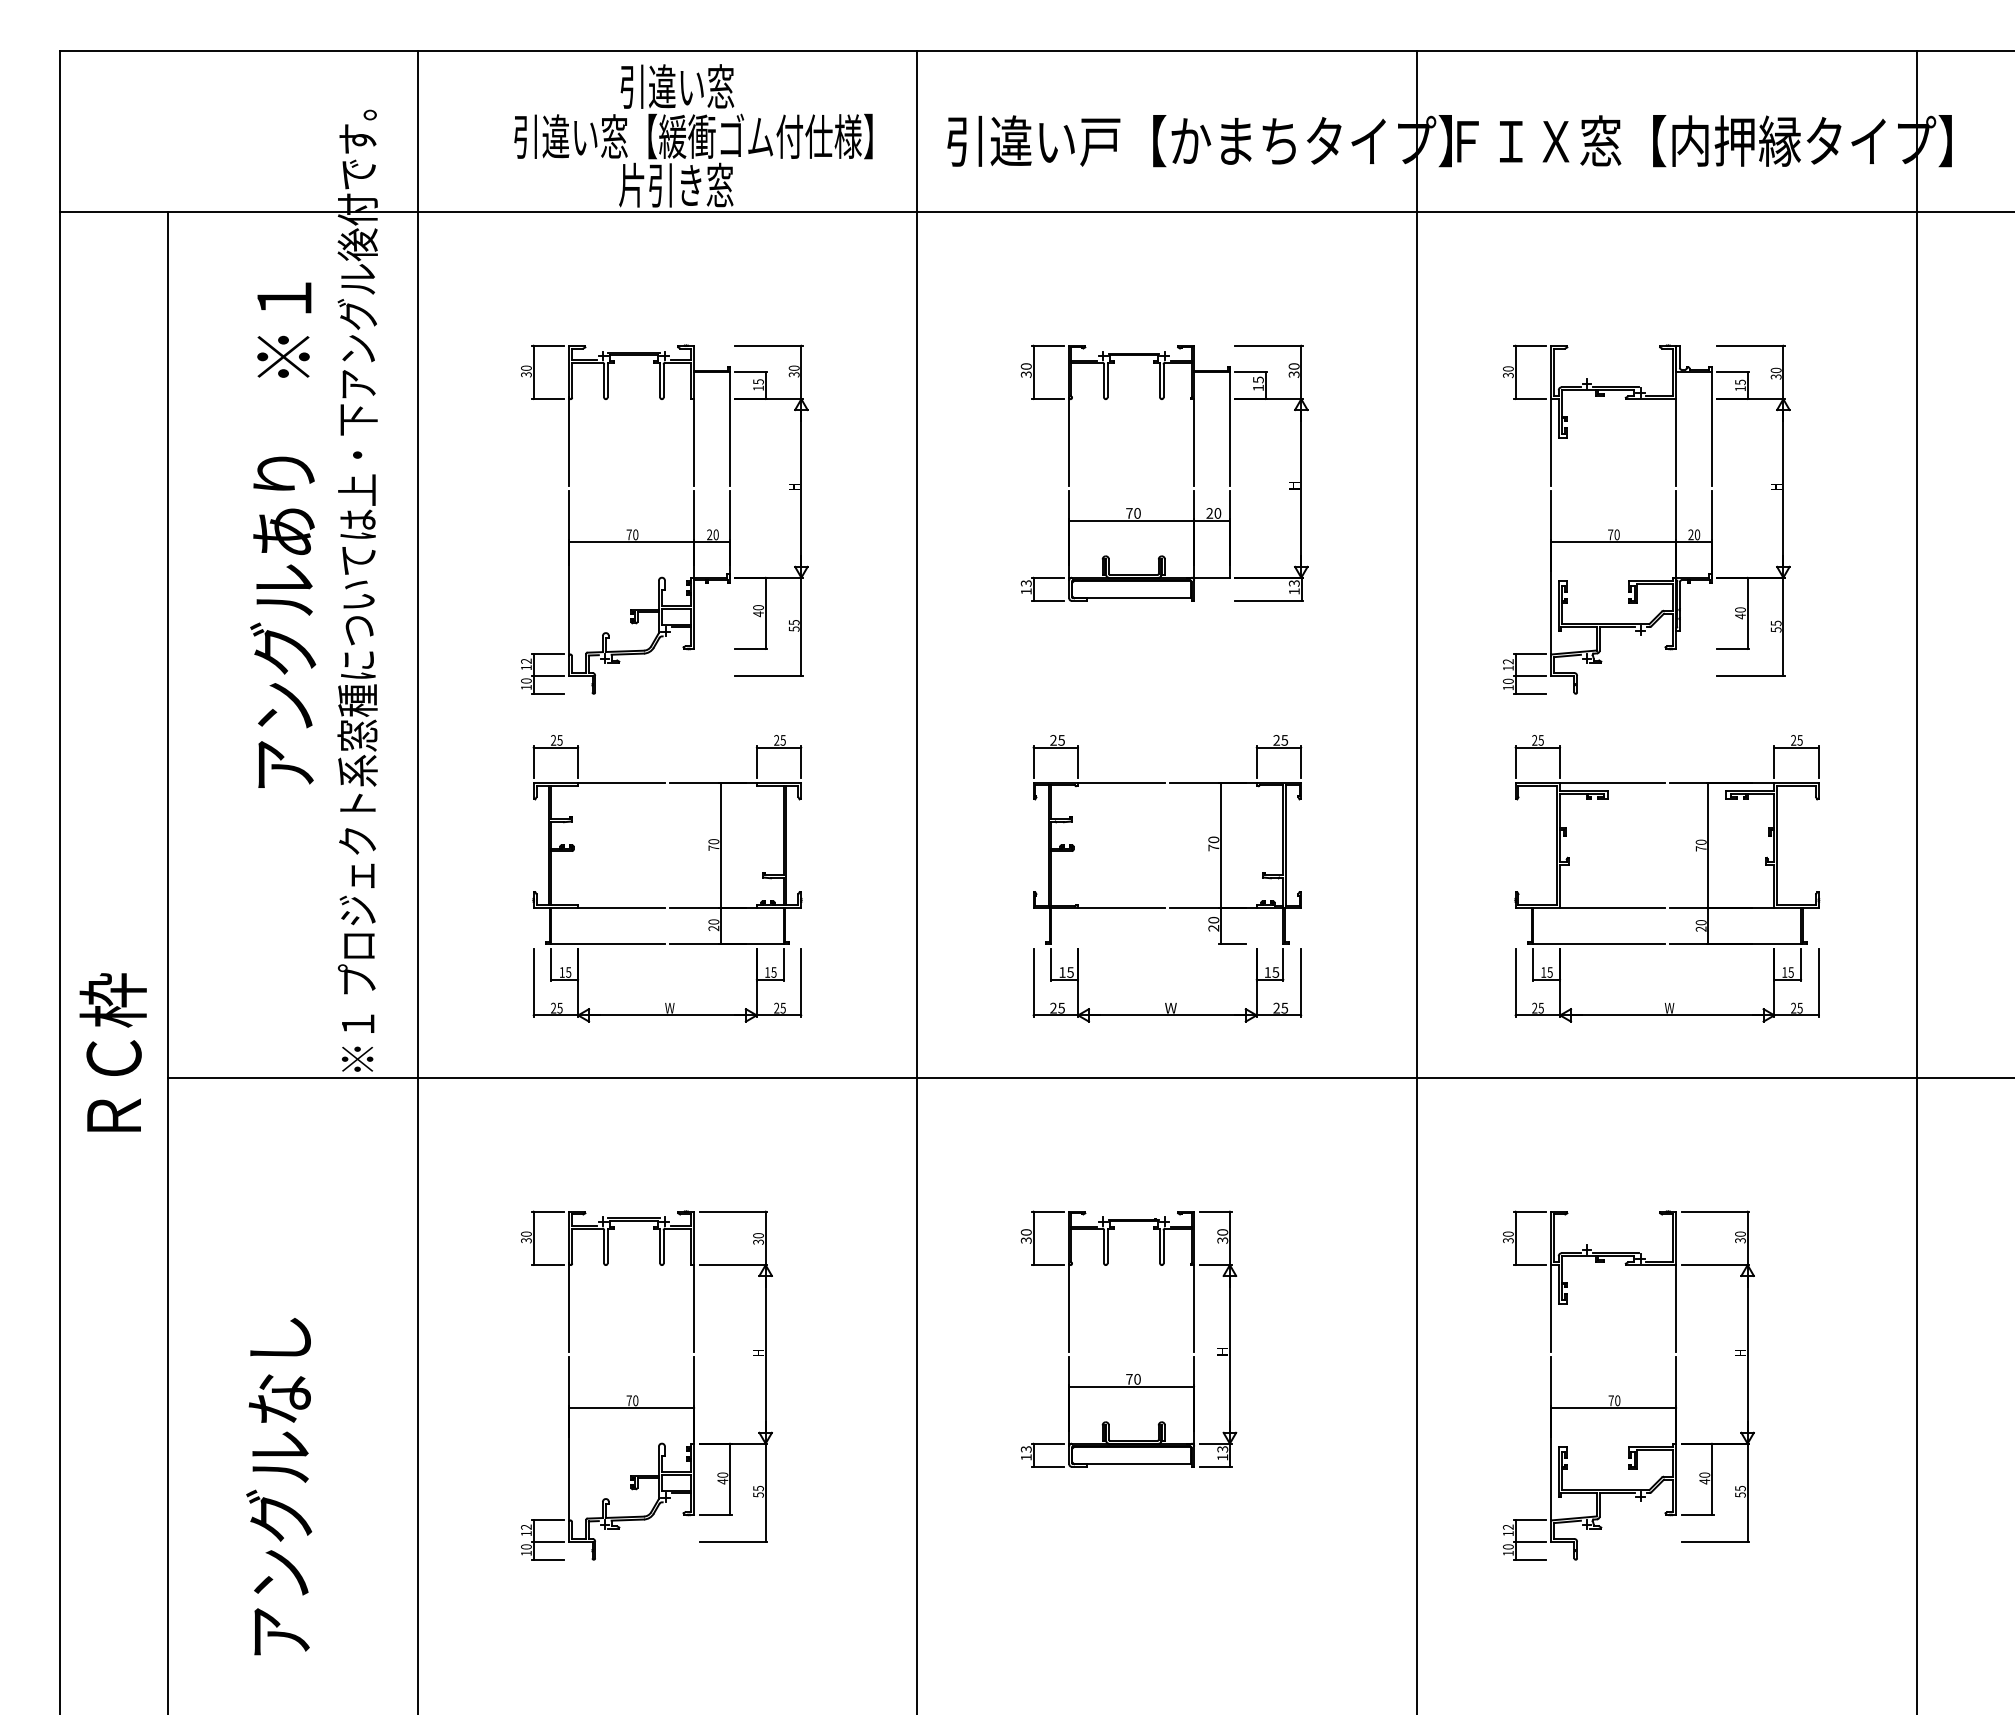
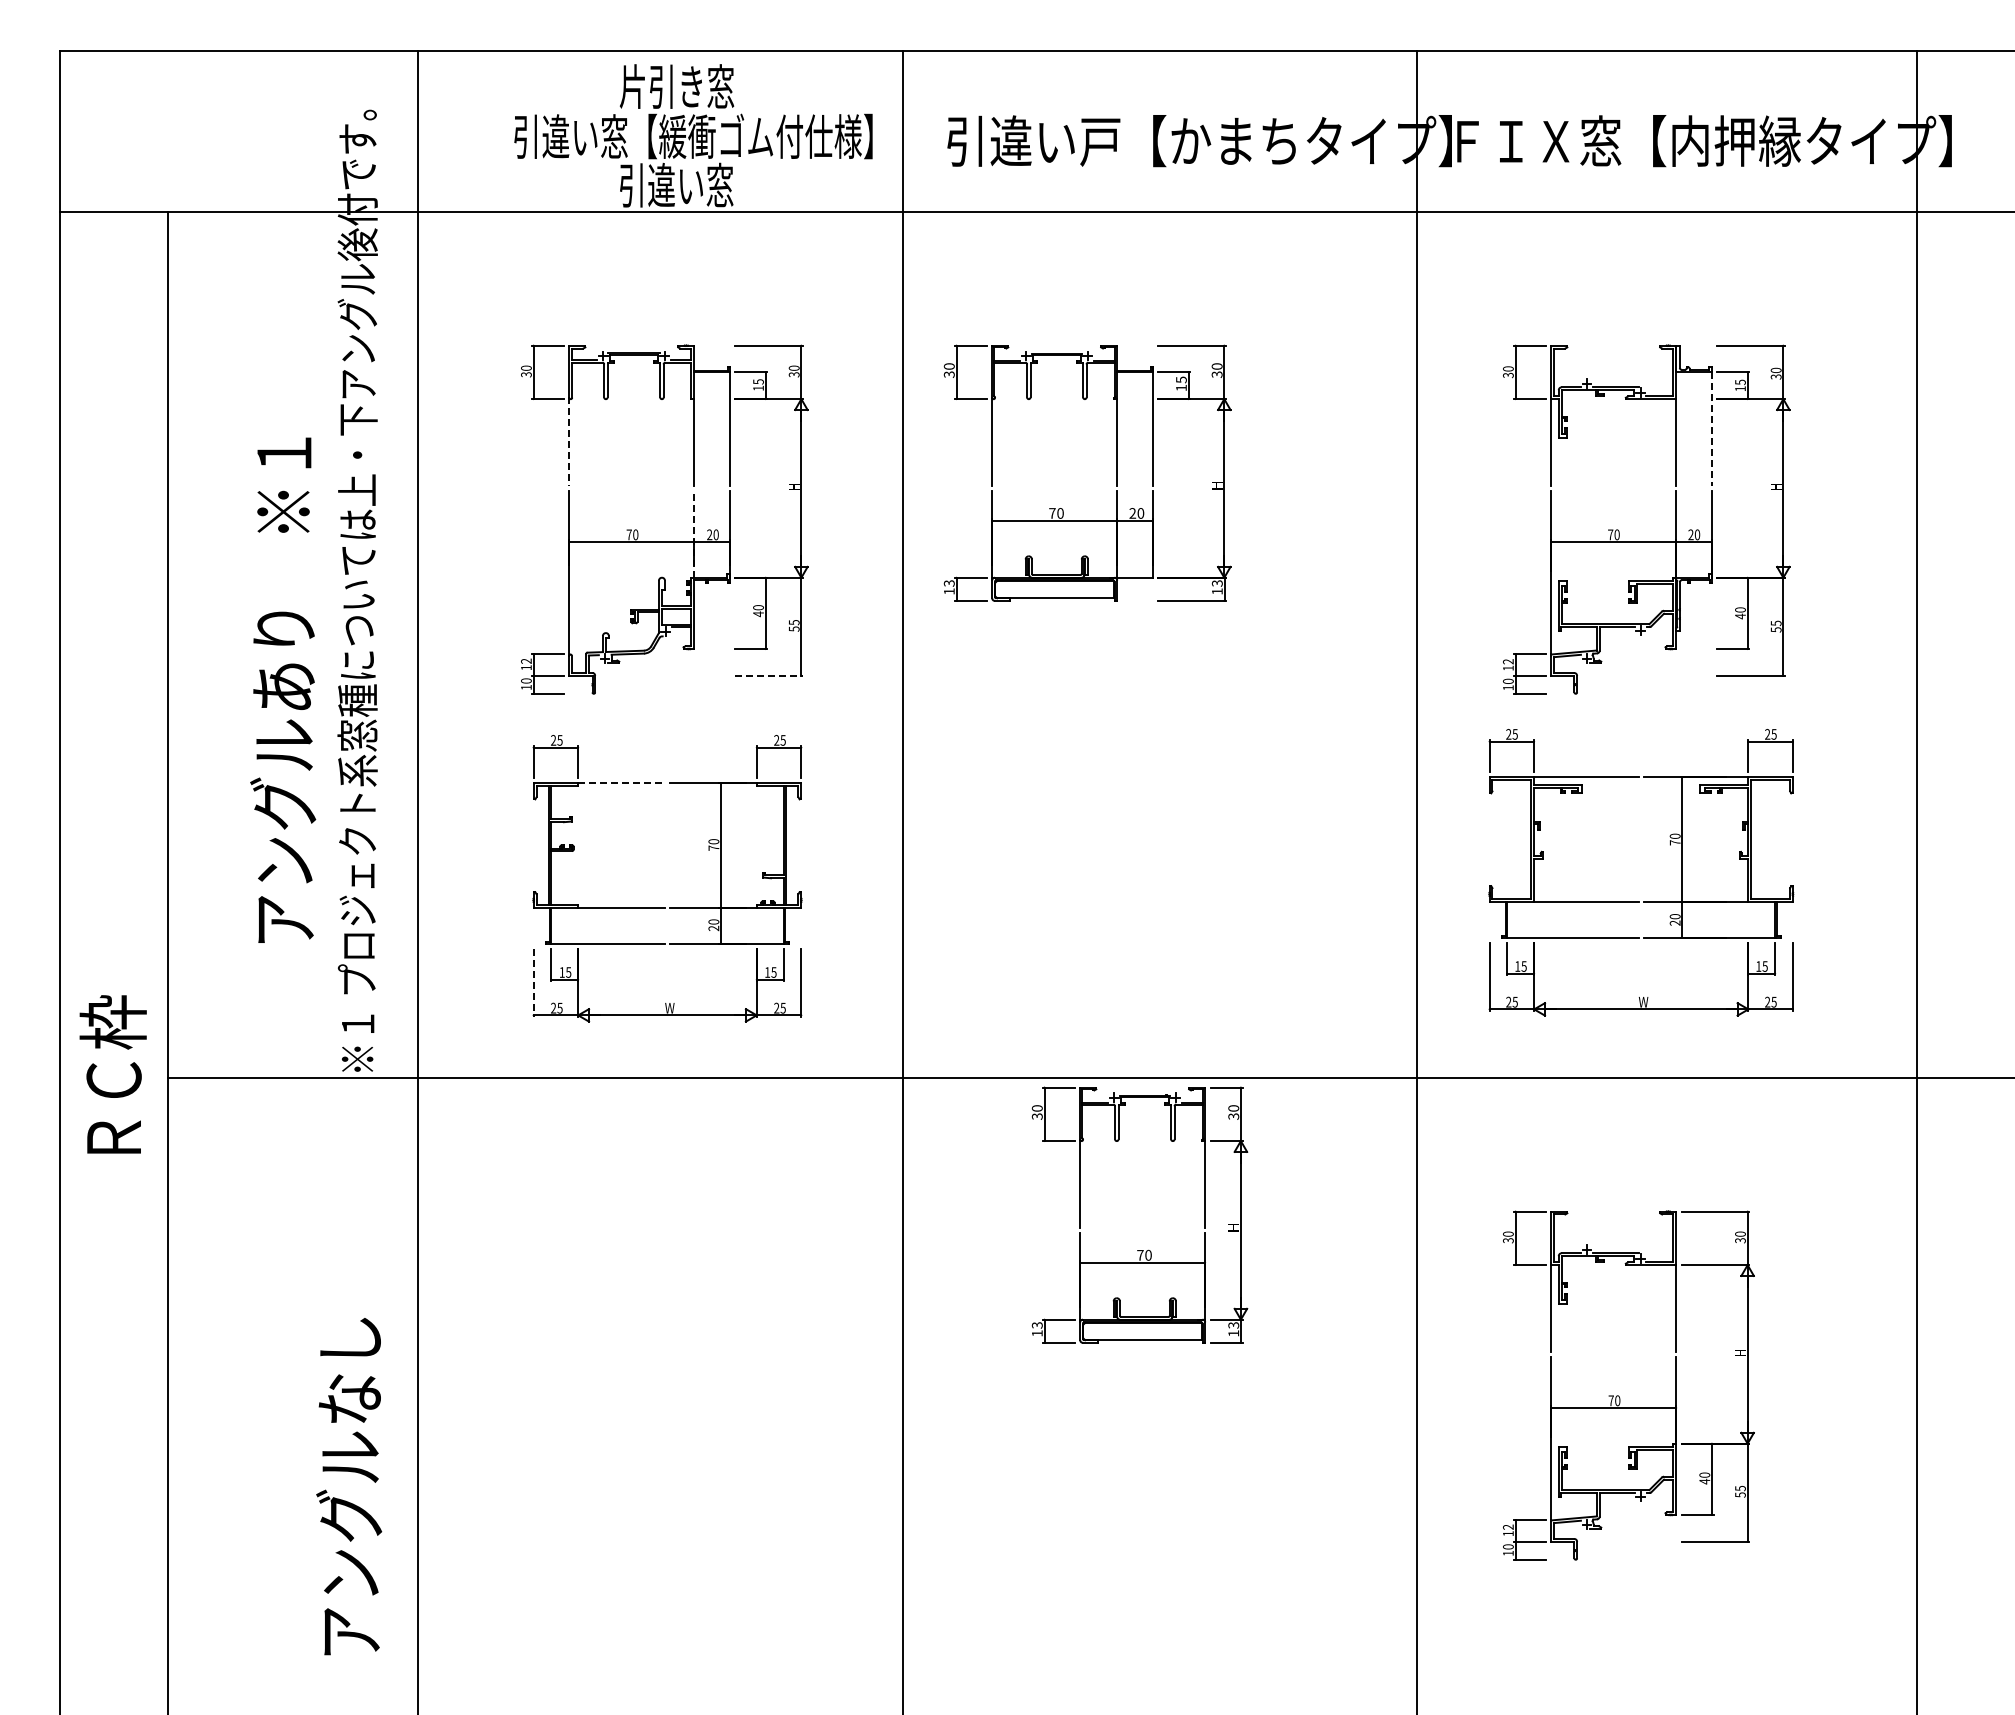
text at (661, 86): 引違い窓 -> 片引き窓
text at (661, 184): 片引き窓 -> 引違い窓
line at (1711, 428): solid -> dashed
line at (569, 441): solid -> dashed
part at (1193, 472) position: (1193, 472) -> (1116, 472)
line at (694, 533): solid -> dashed
text at (283, 534) position: (283, 534) -> (283, 689)
line at (769, 675): solid -> dashed
line at (622, 783): solid -> dashed
line at (917, 881) position: (917, 881) -> (903, 881)
part at (1165, 907): present -> none
part at (1665, 907) position: (1665, 907) -> (1639, 901)
line at (533, 983): solid -> dashed
text at (112, 1052) position: (112, 1052) -> (112, 1074)
part at (1128, 1374) position: (1128, 1374) -> (1139, 1250)
part at (636, 1395): present -> none
text at (279, 1486) position: (279, 1486) -> (349, 1486)
